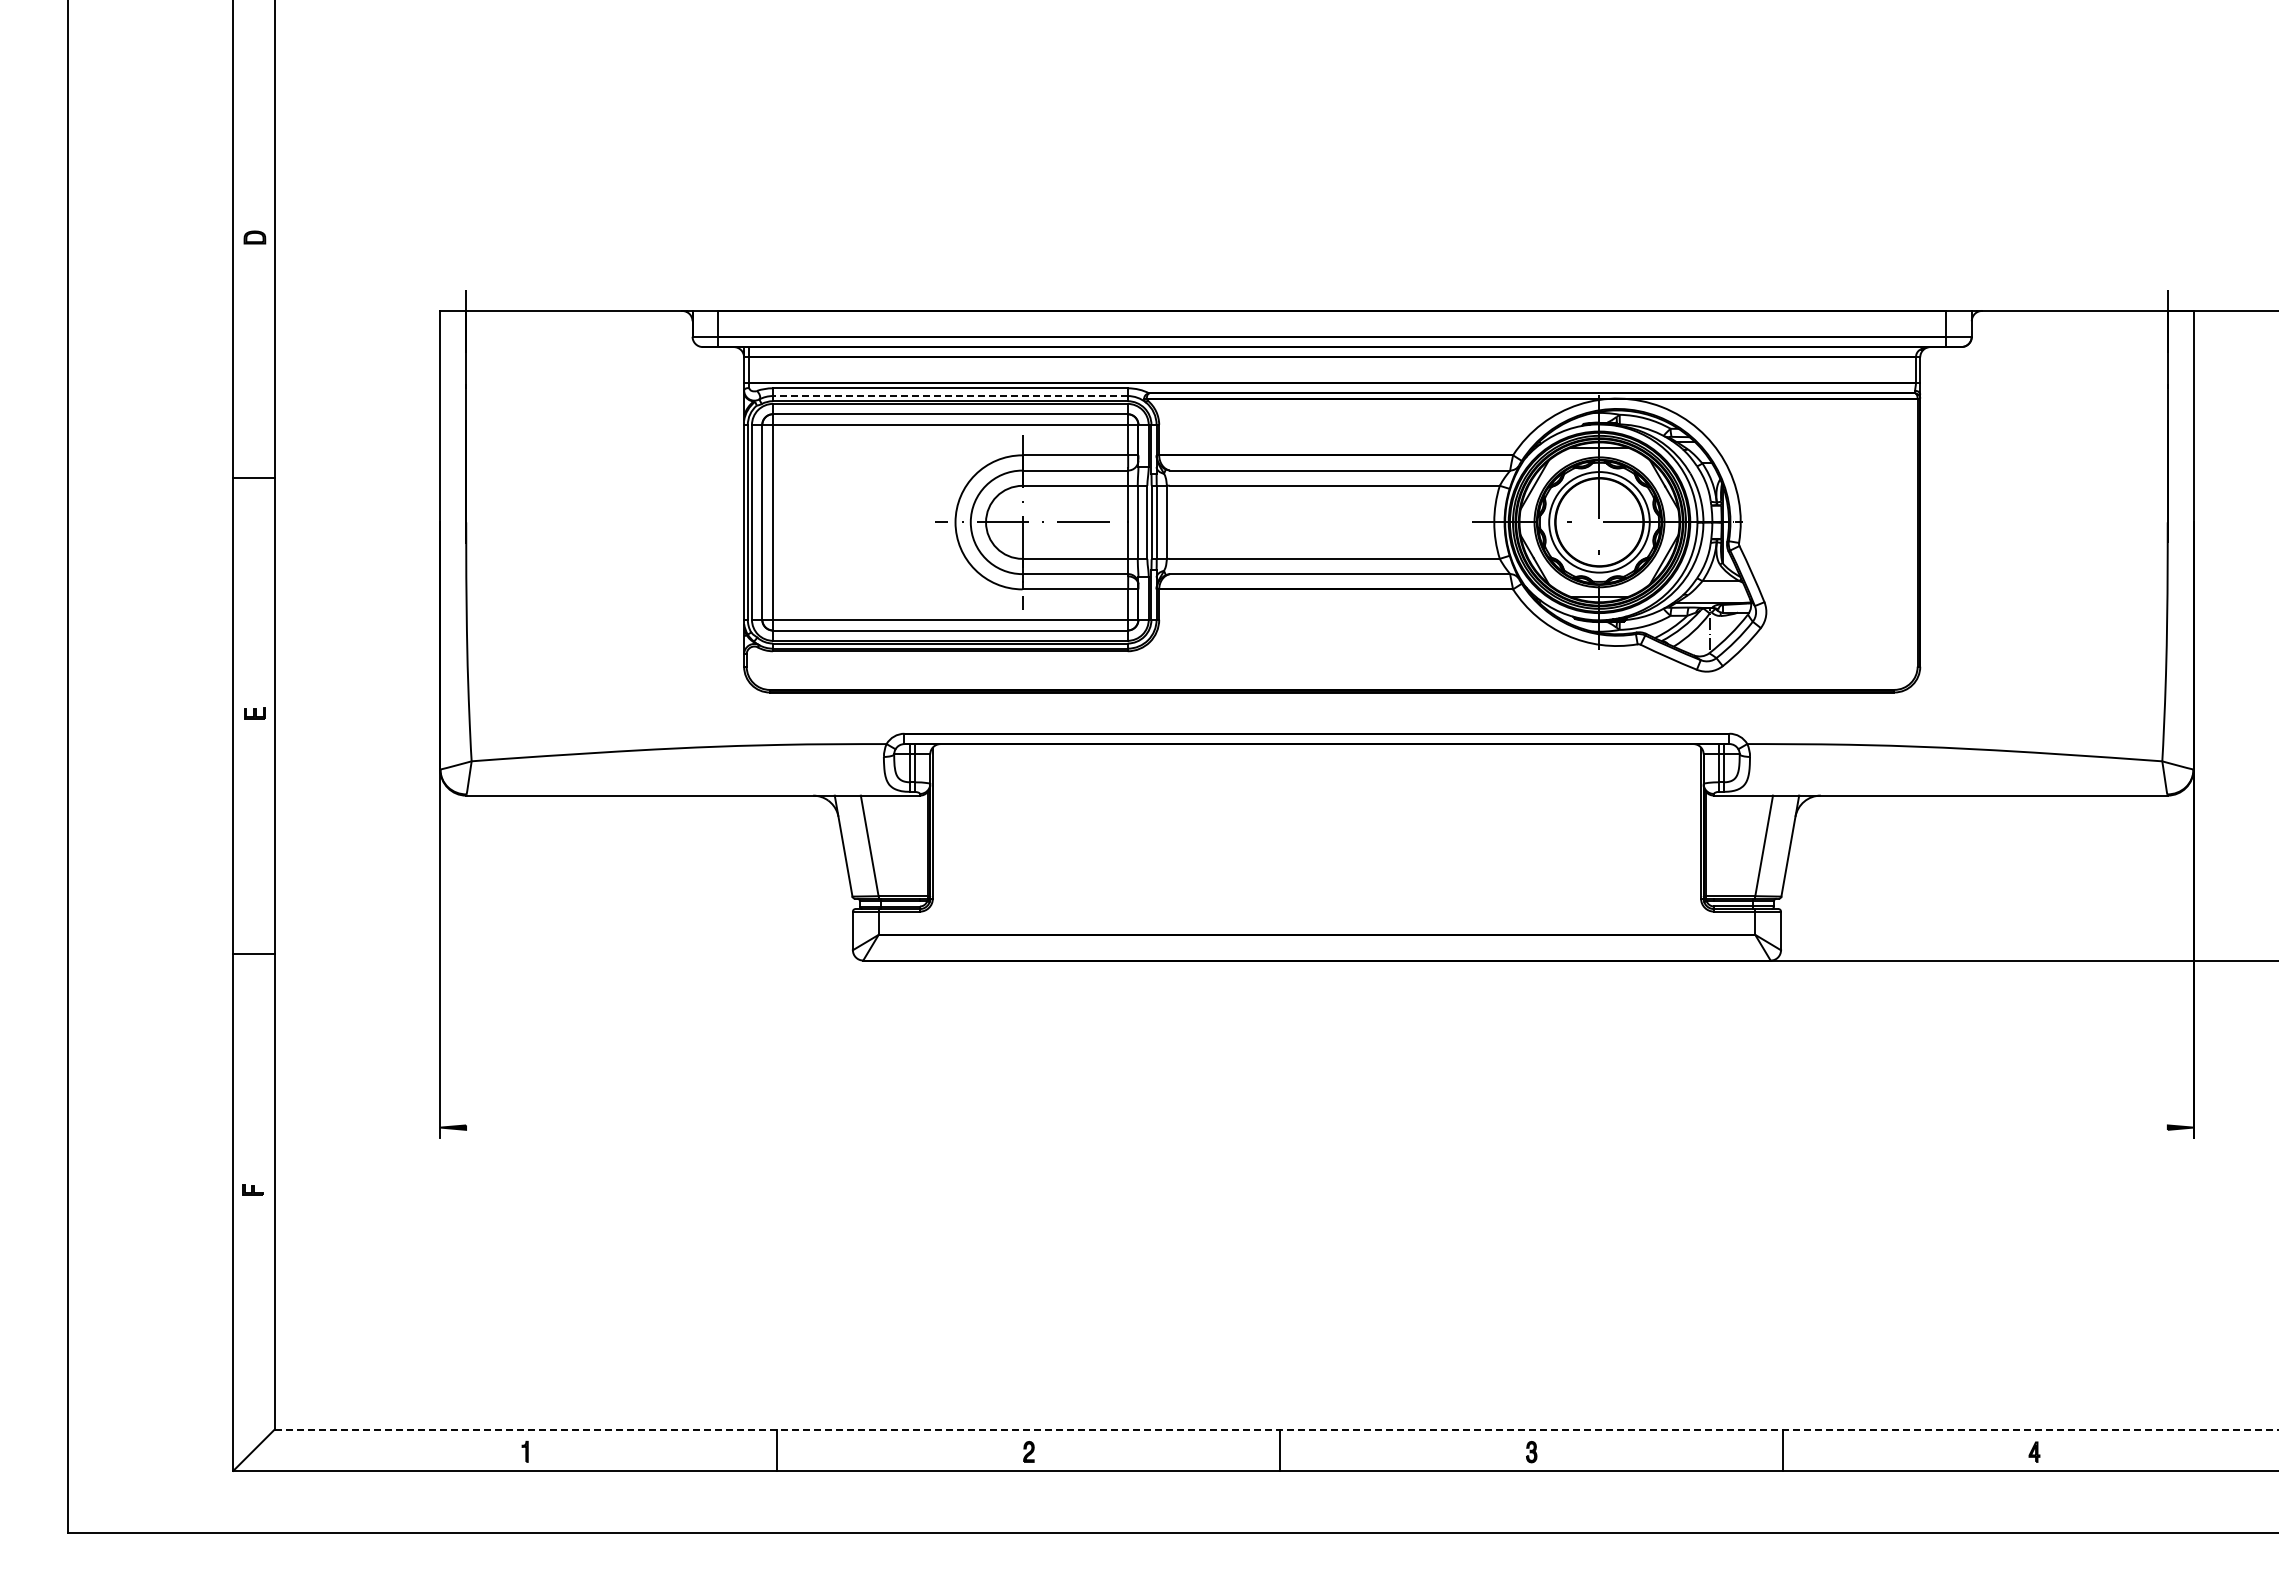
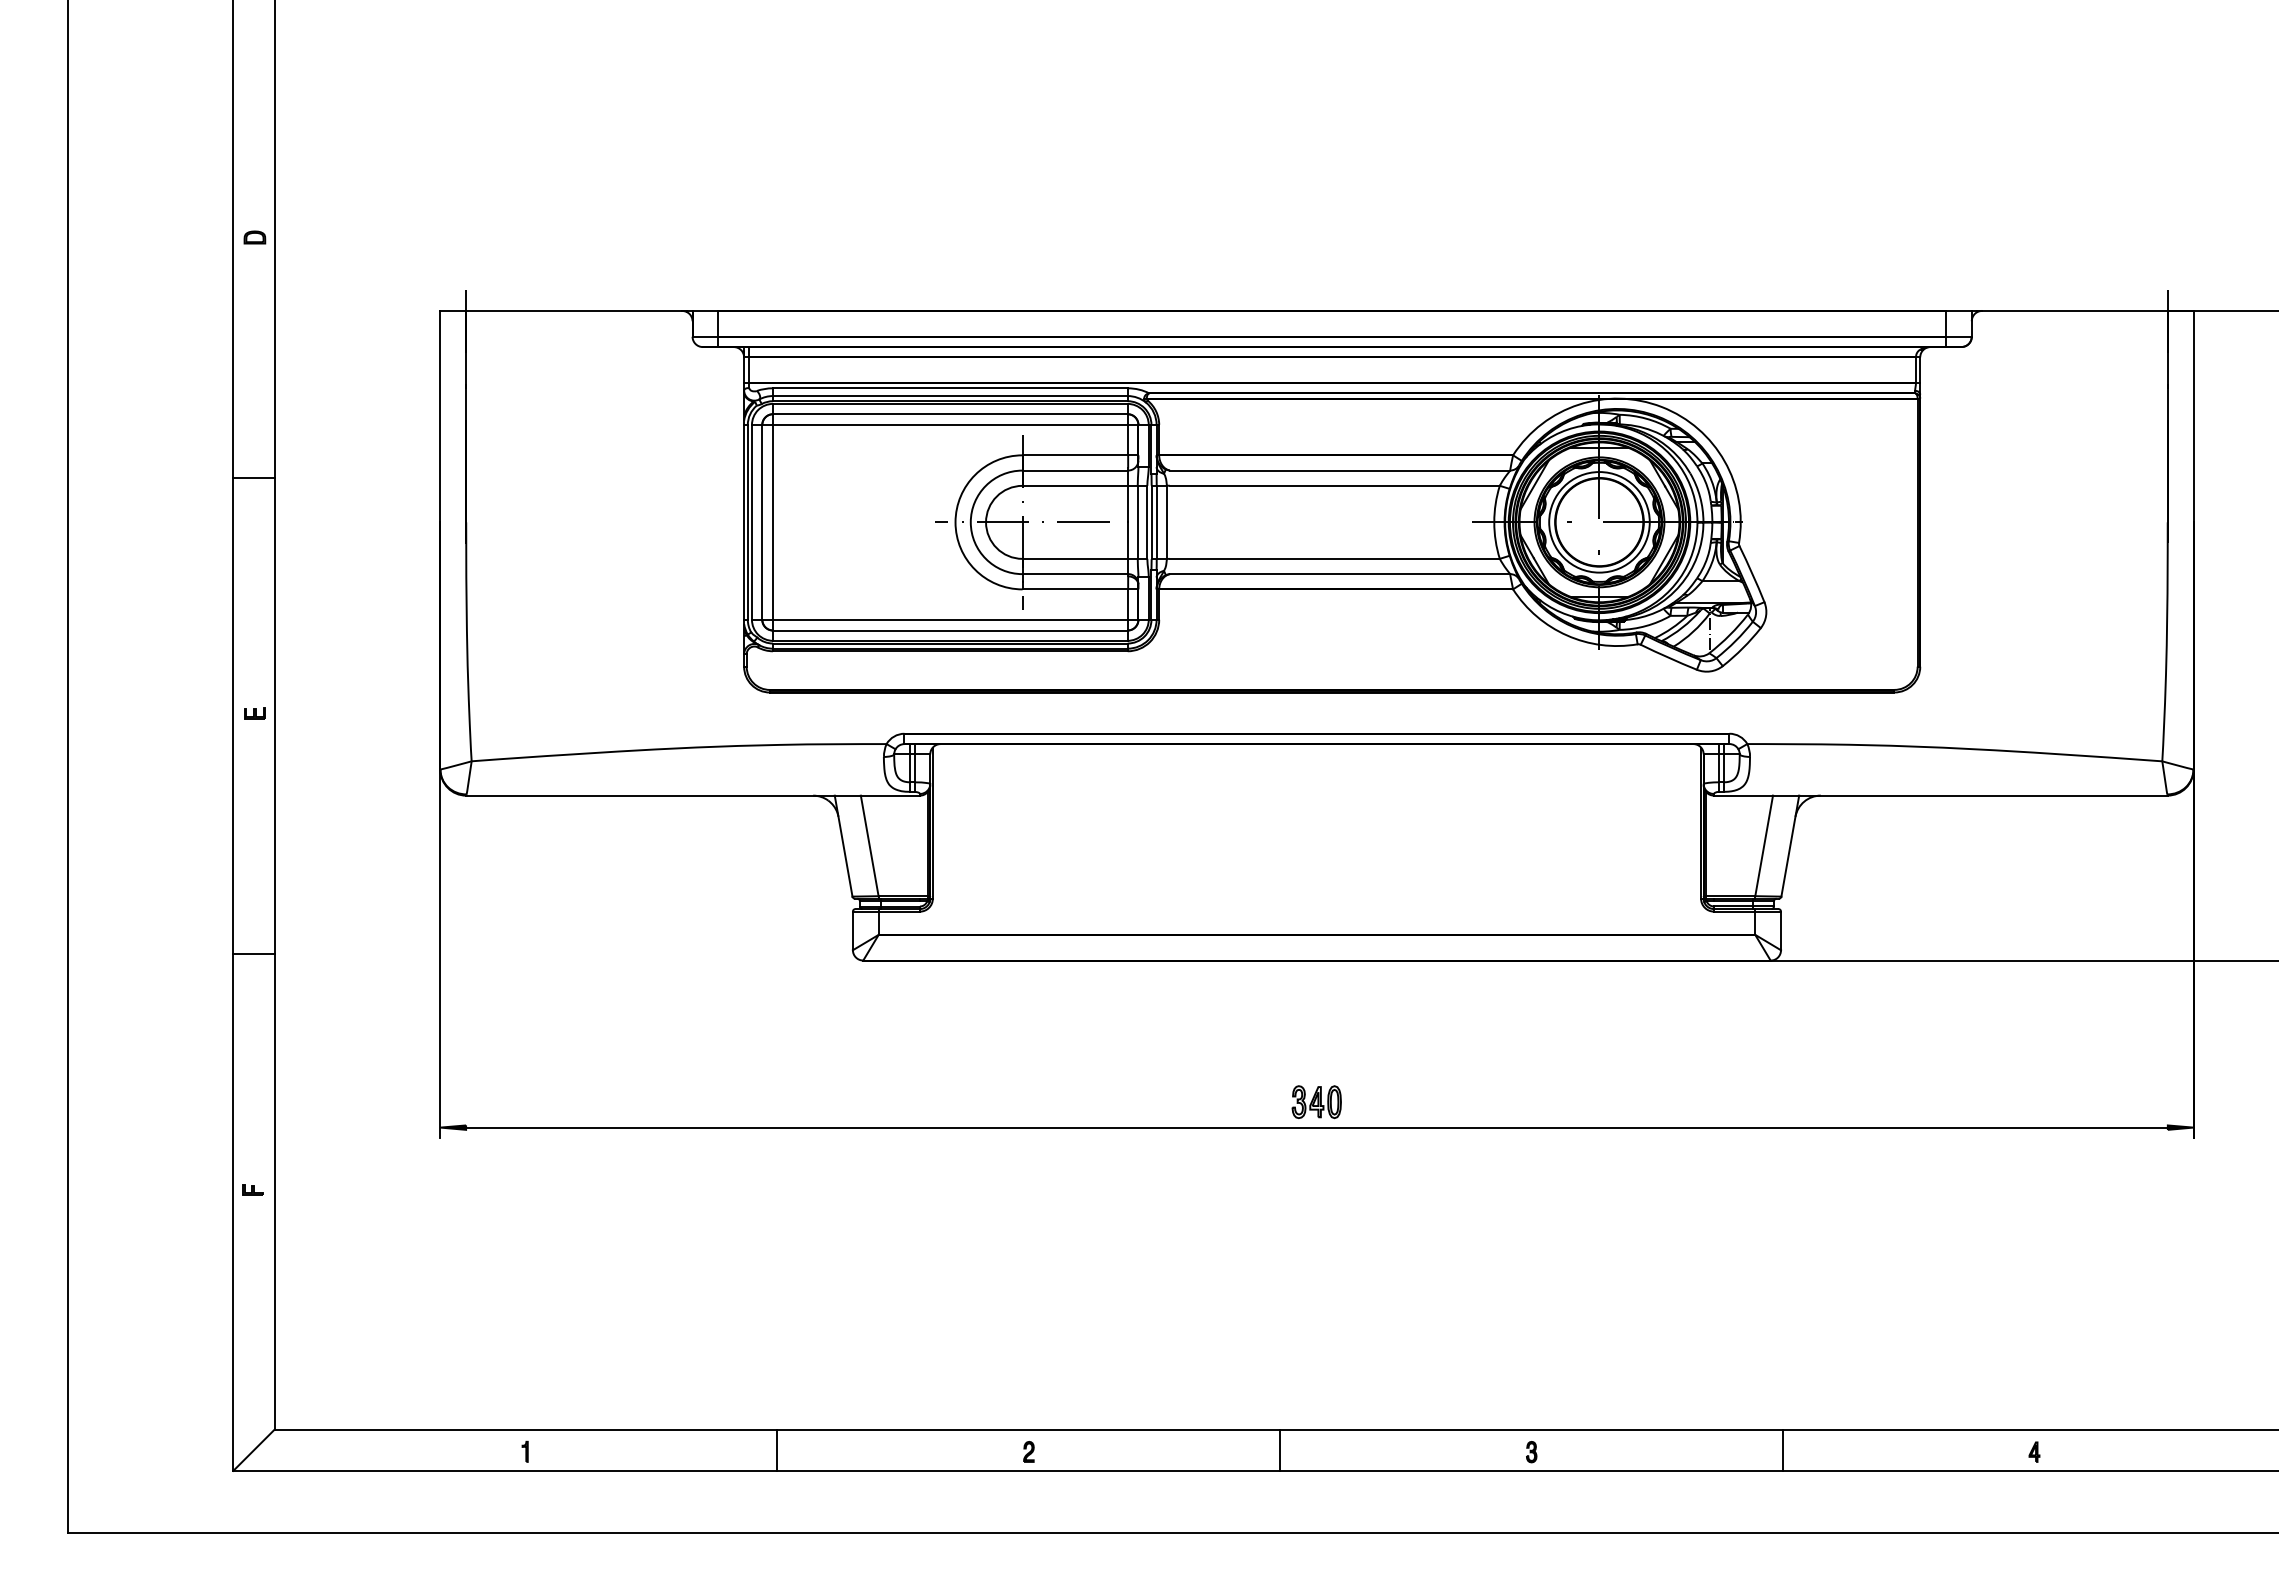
line at (949, 396): dashed -> solid
part at (1316, 1102): none -> present
line at (1316, 1127): none -> present
line at (1276, 1429): dashed -> solid
